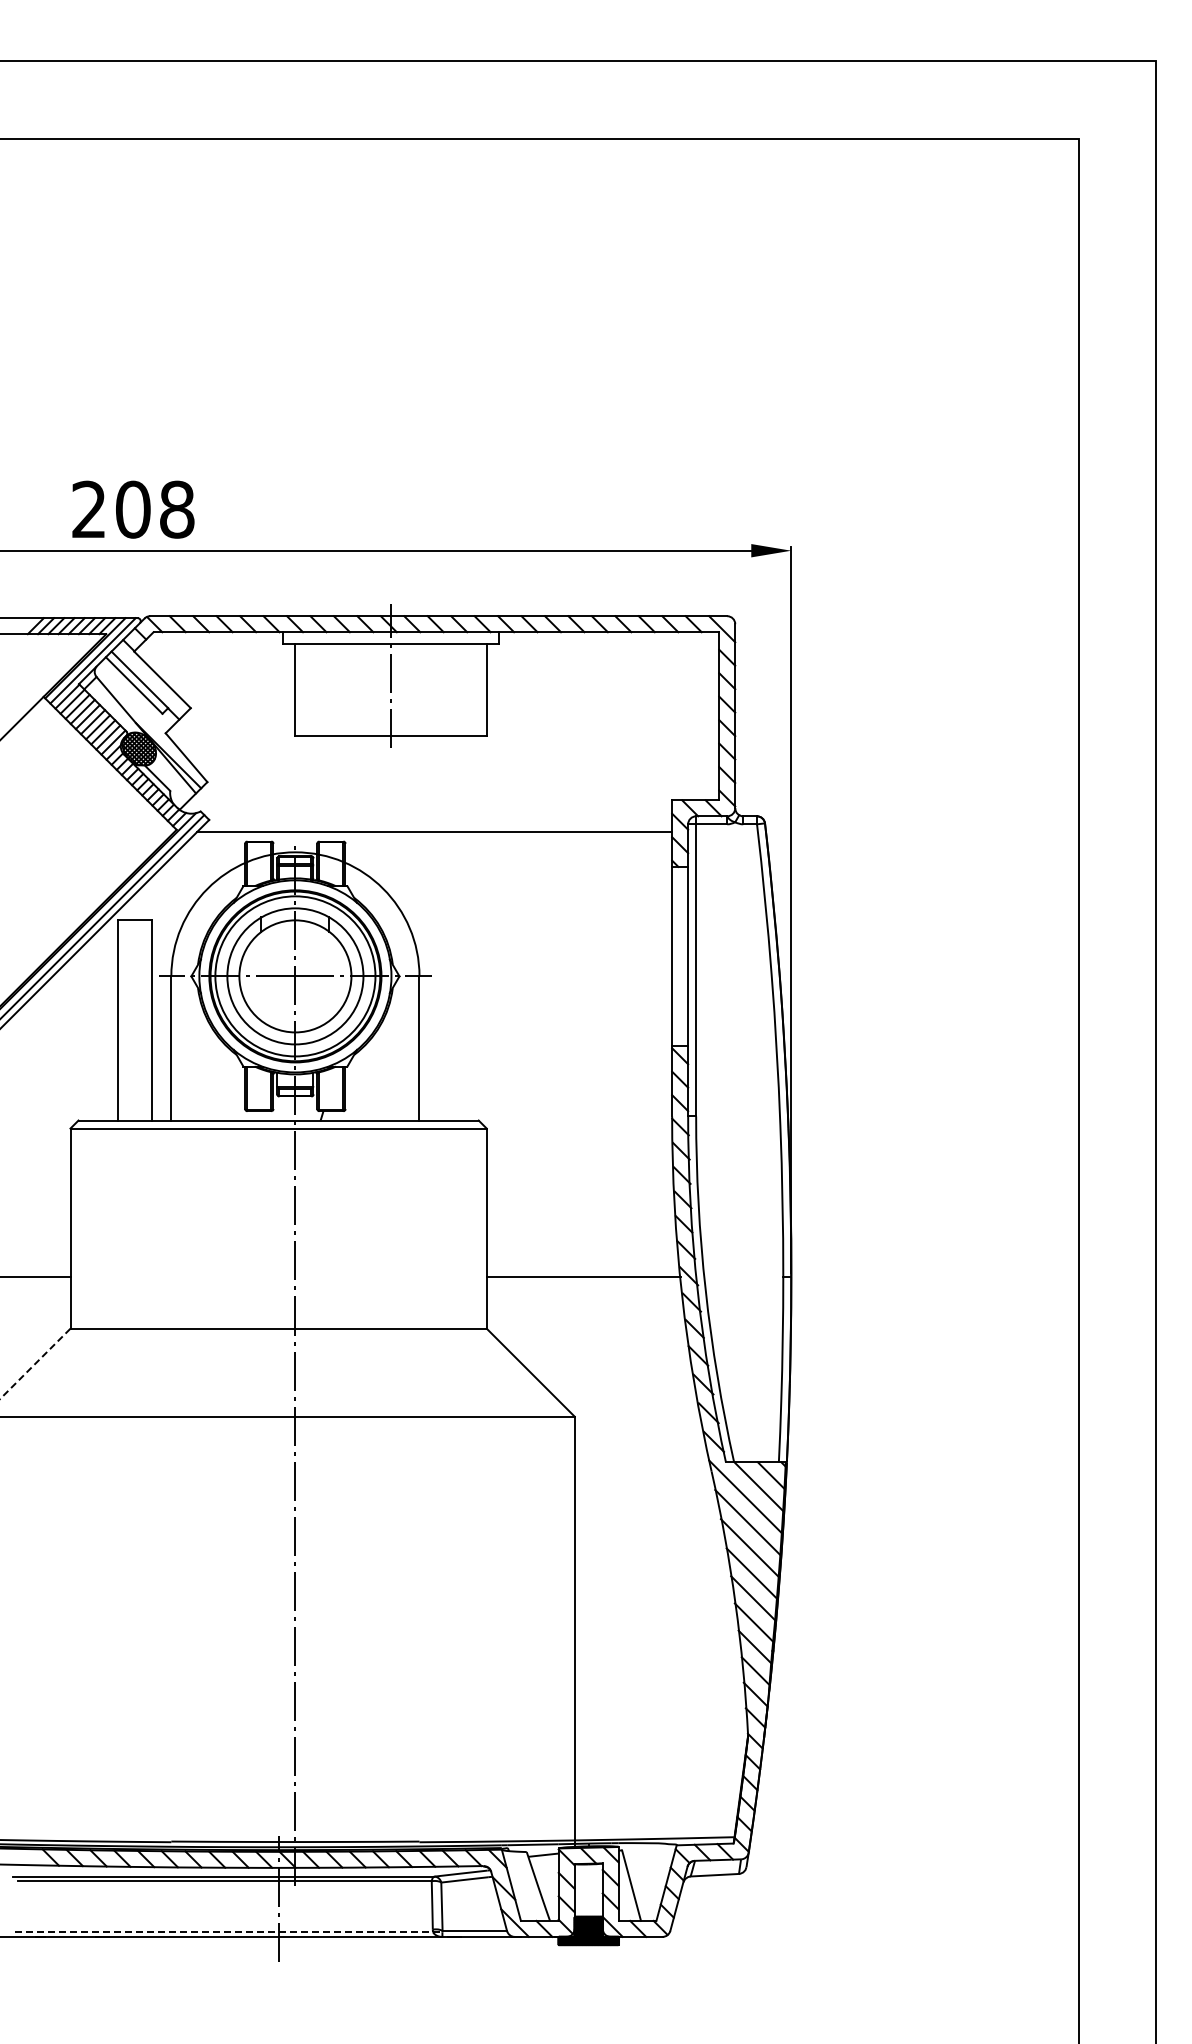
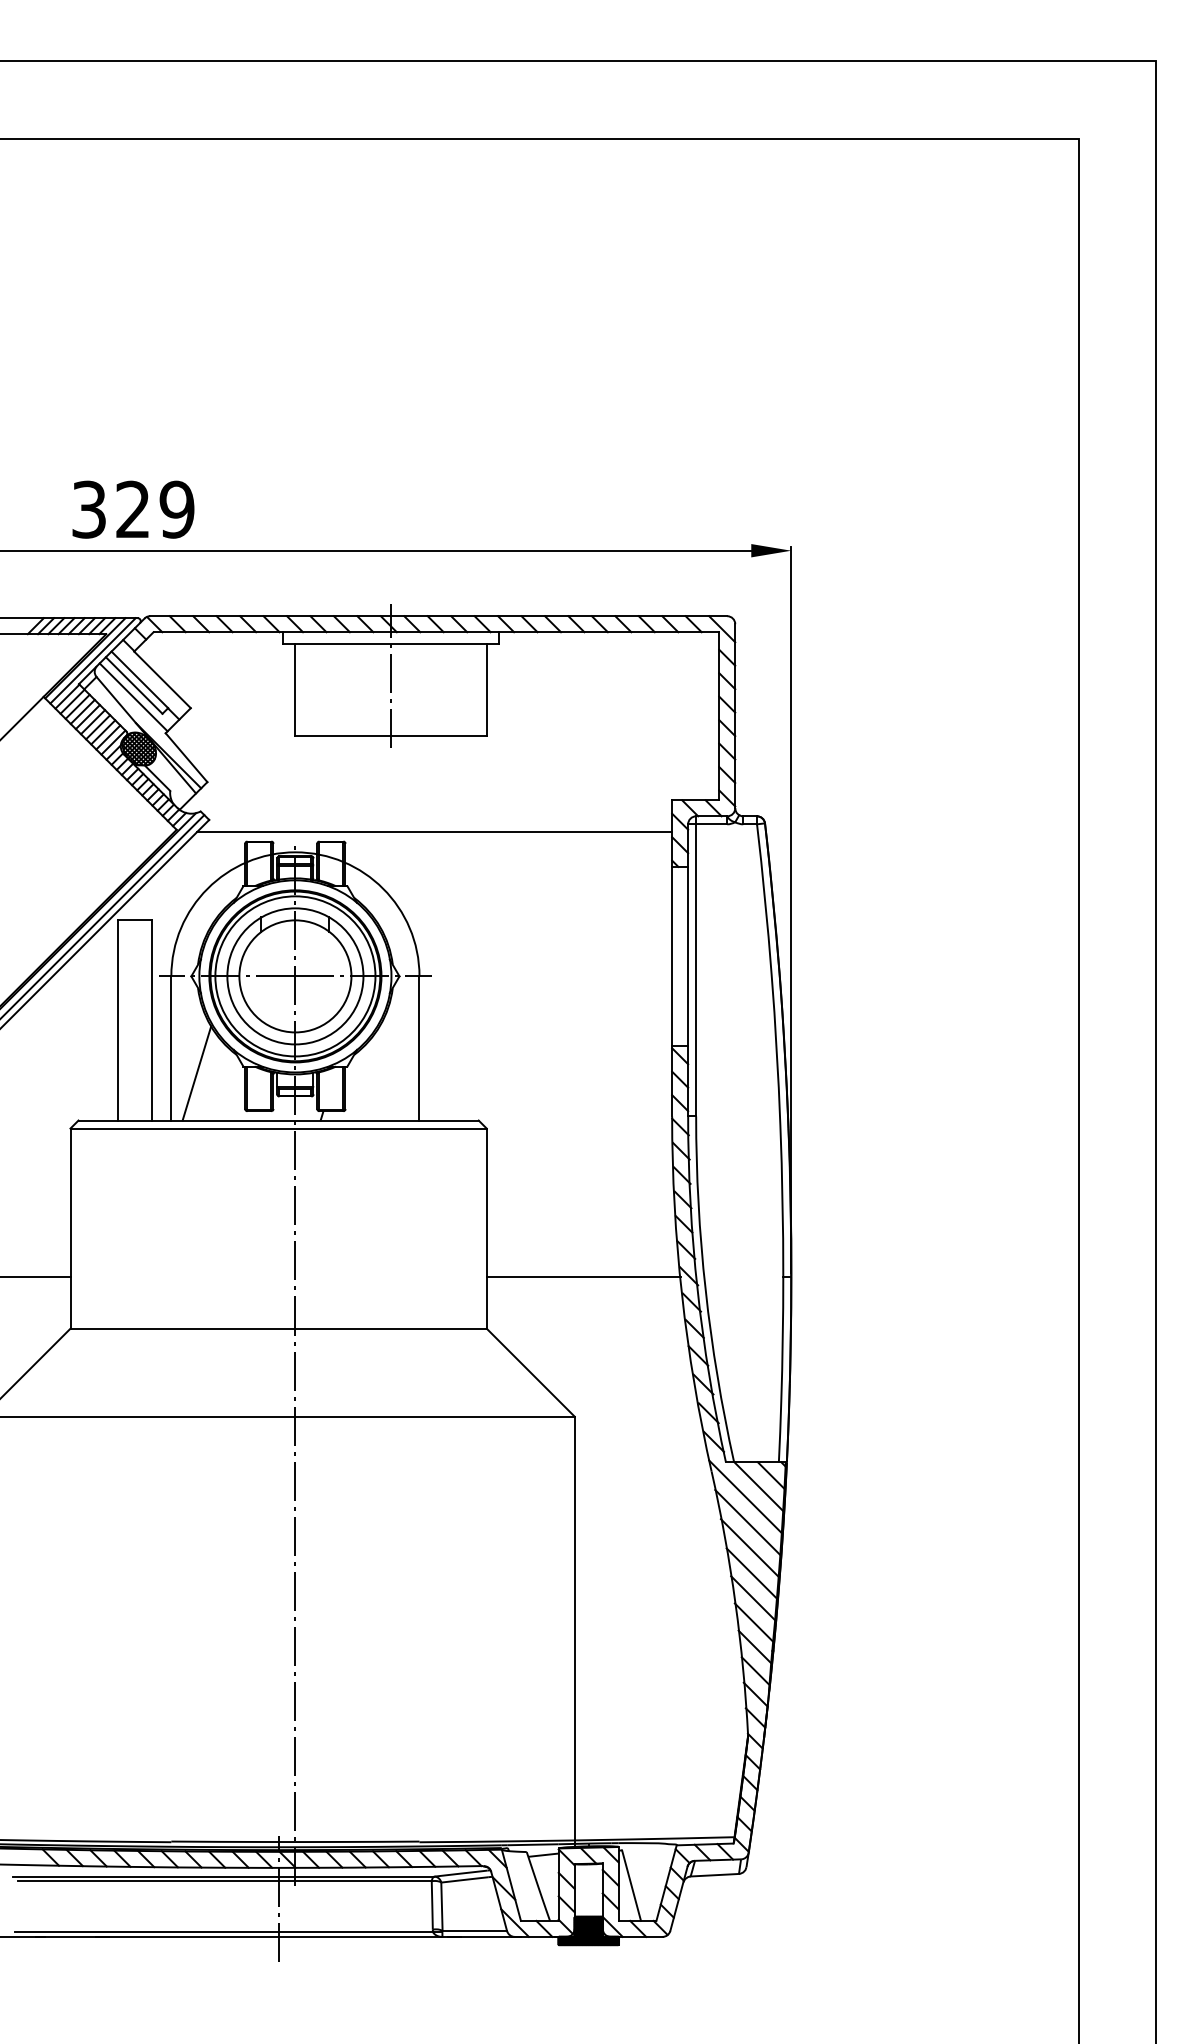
text at (133, 509): 208 -> 329
line at (133, 697): none -> present
line at (196, 1073): none -> present
line at (35, 1363): dashed -> solid
line at (228, 1932): dashed -> solid
